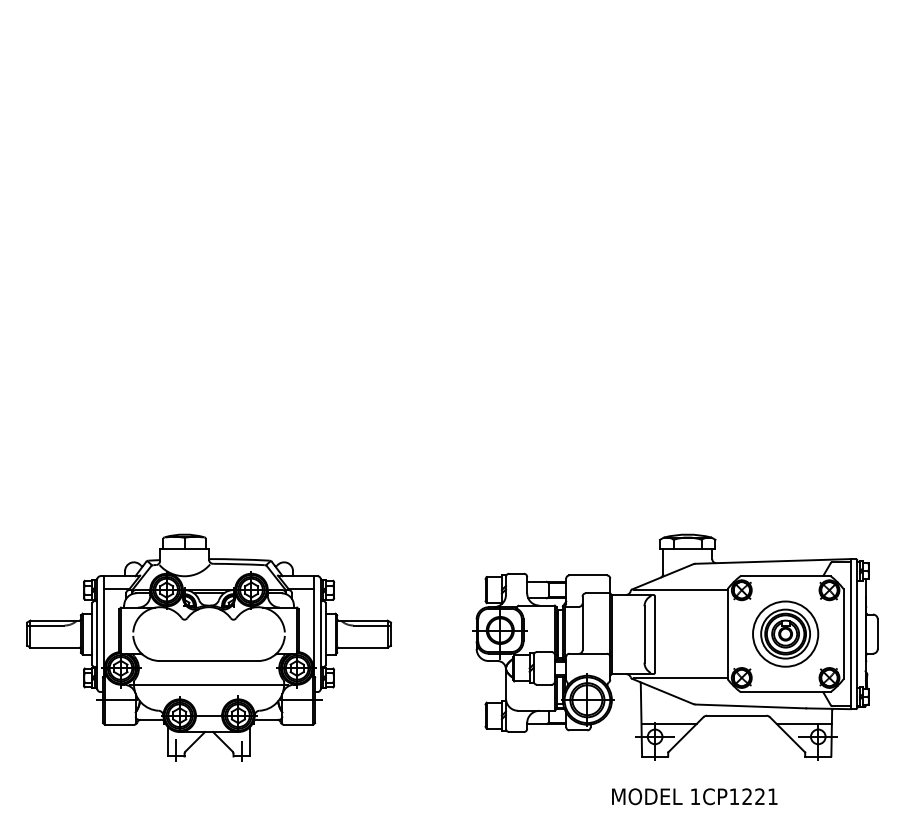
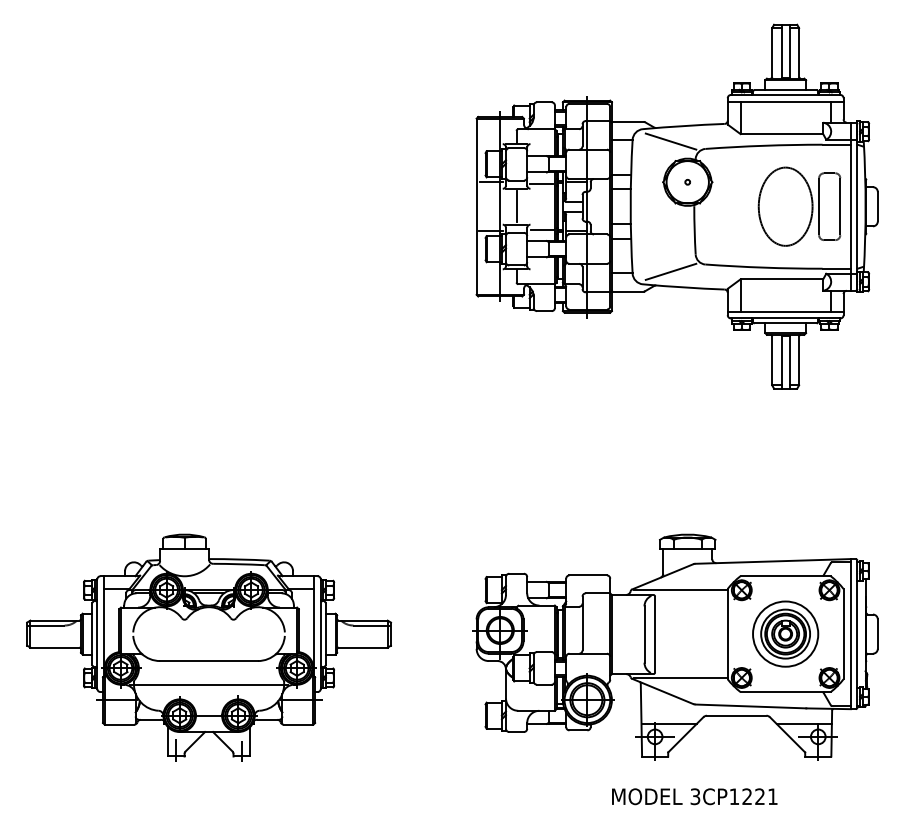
part at (676, 206): none -> present
text at (695, 796): 1CP1221 -> 3CP1221
